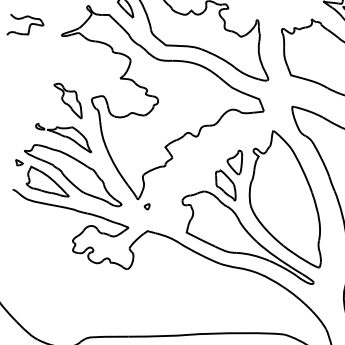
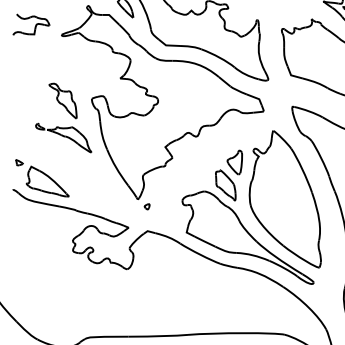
part at (25, 24) position: (25, 24) -> (31, 24)
part at (67, 100) position: (67, 100) -> (62, 100)
part at (73, 175): present -> none
